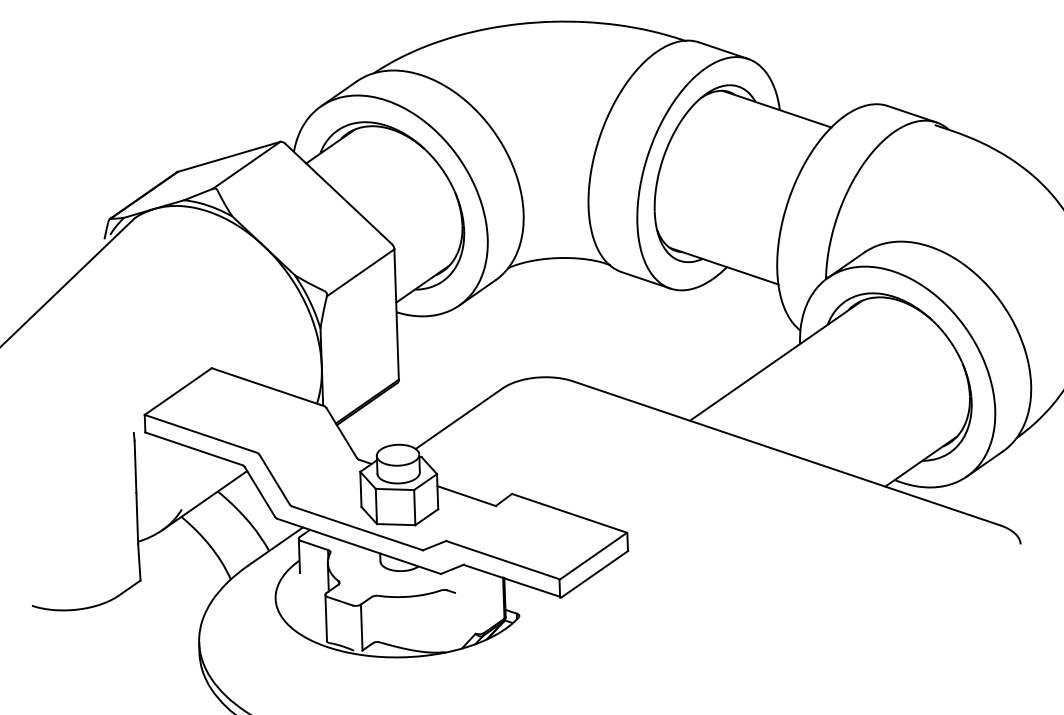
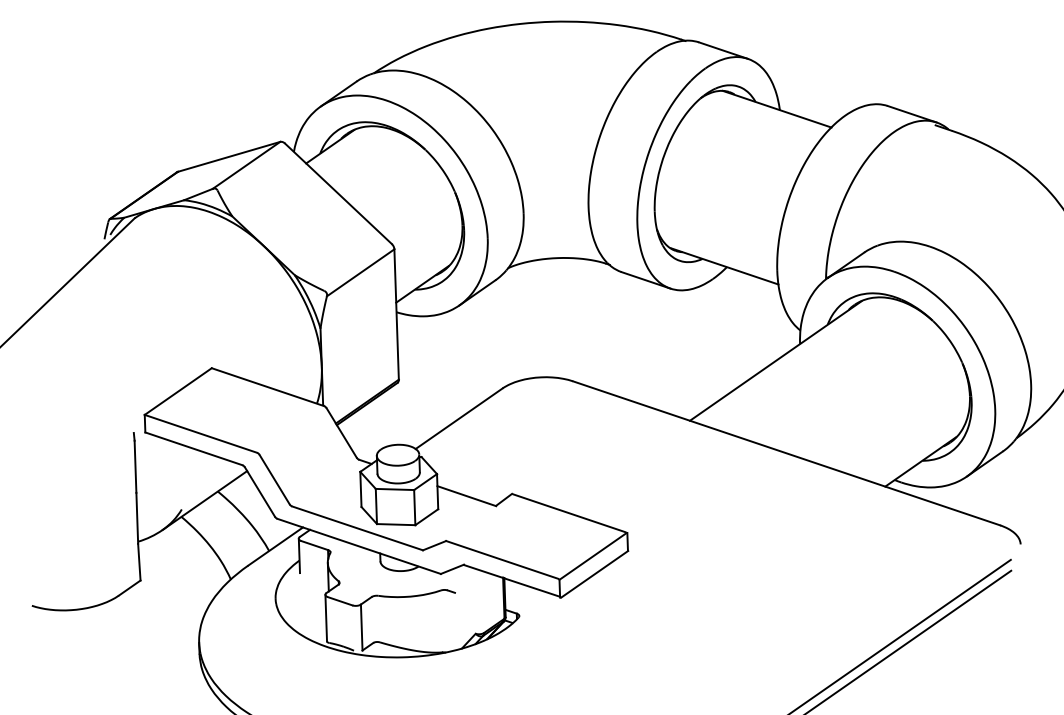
line at (901, 635): none -> present
line at (910, 640): none -> present
